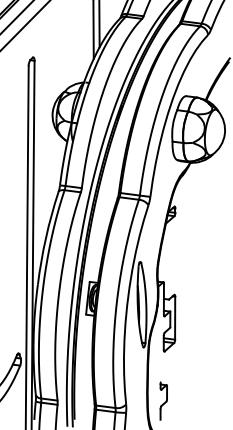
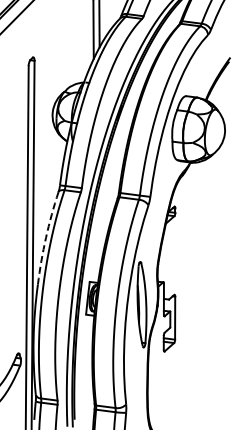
line at (25, 25): present -> none
arc at (46, 237): solid -> dashed
part at (163, 400): present -> none
